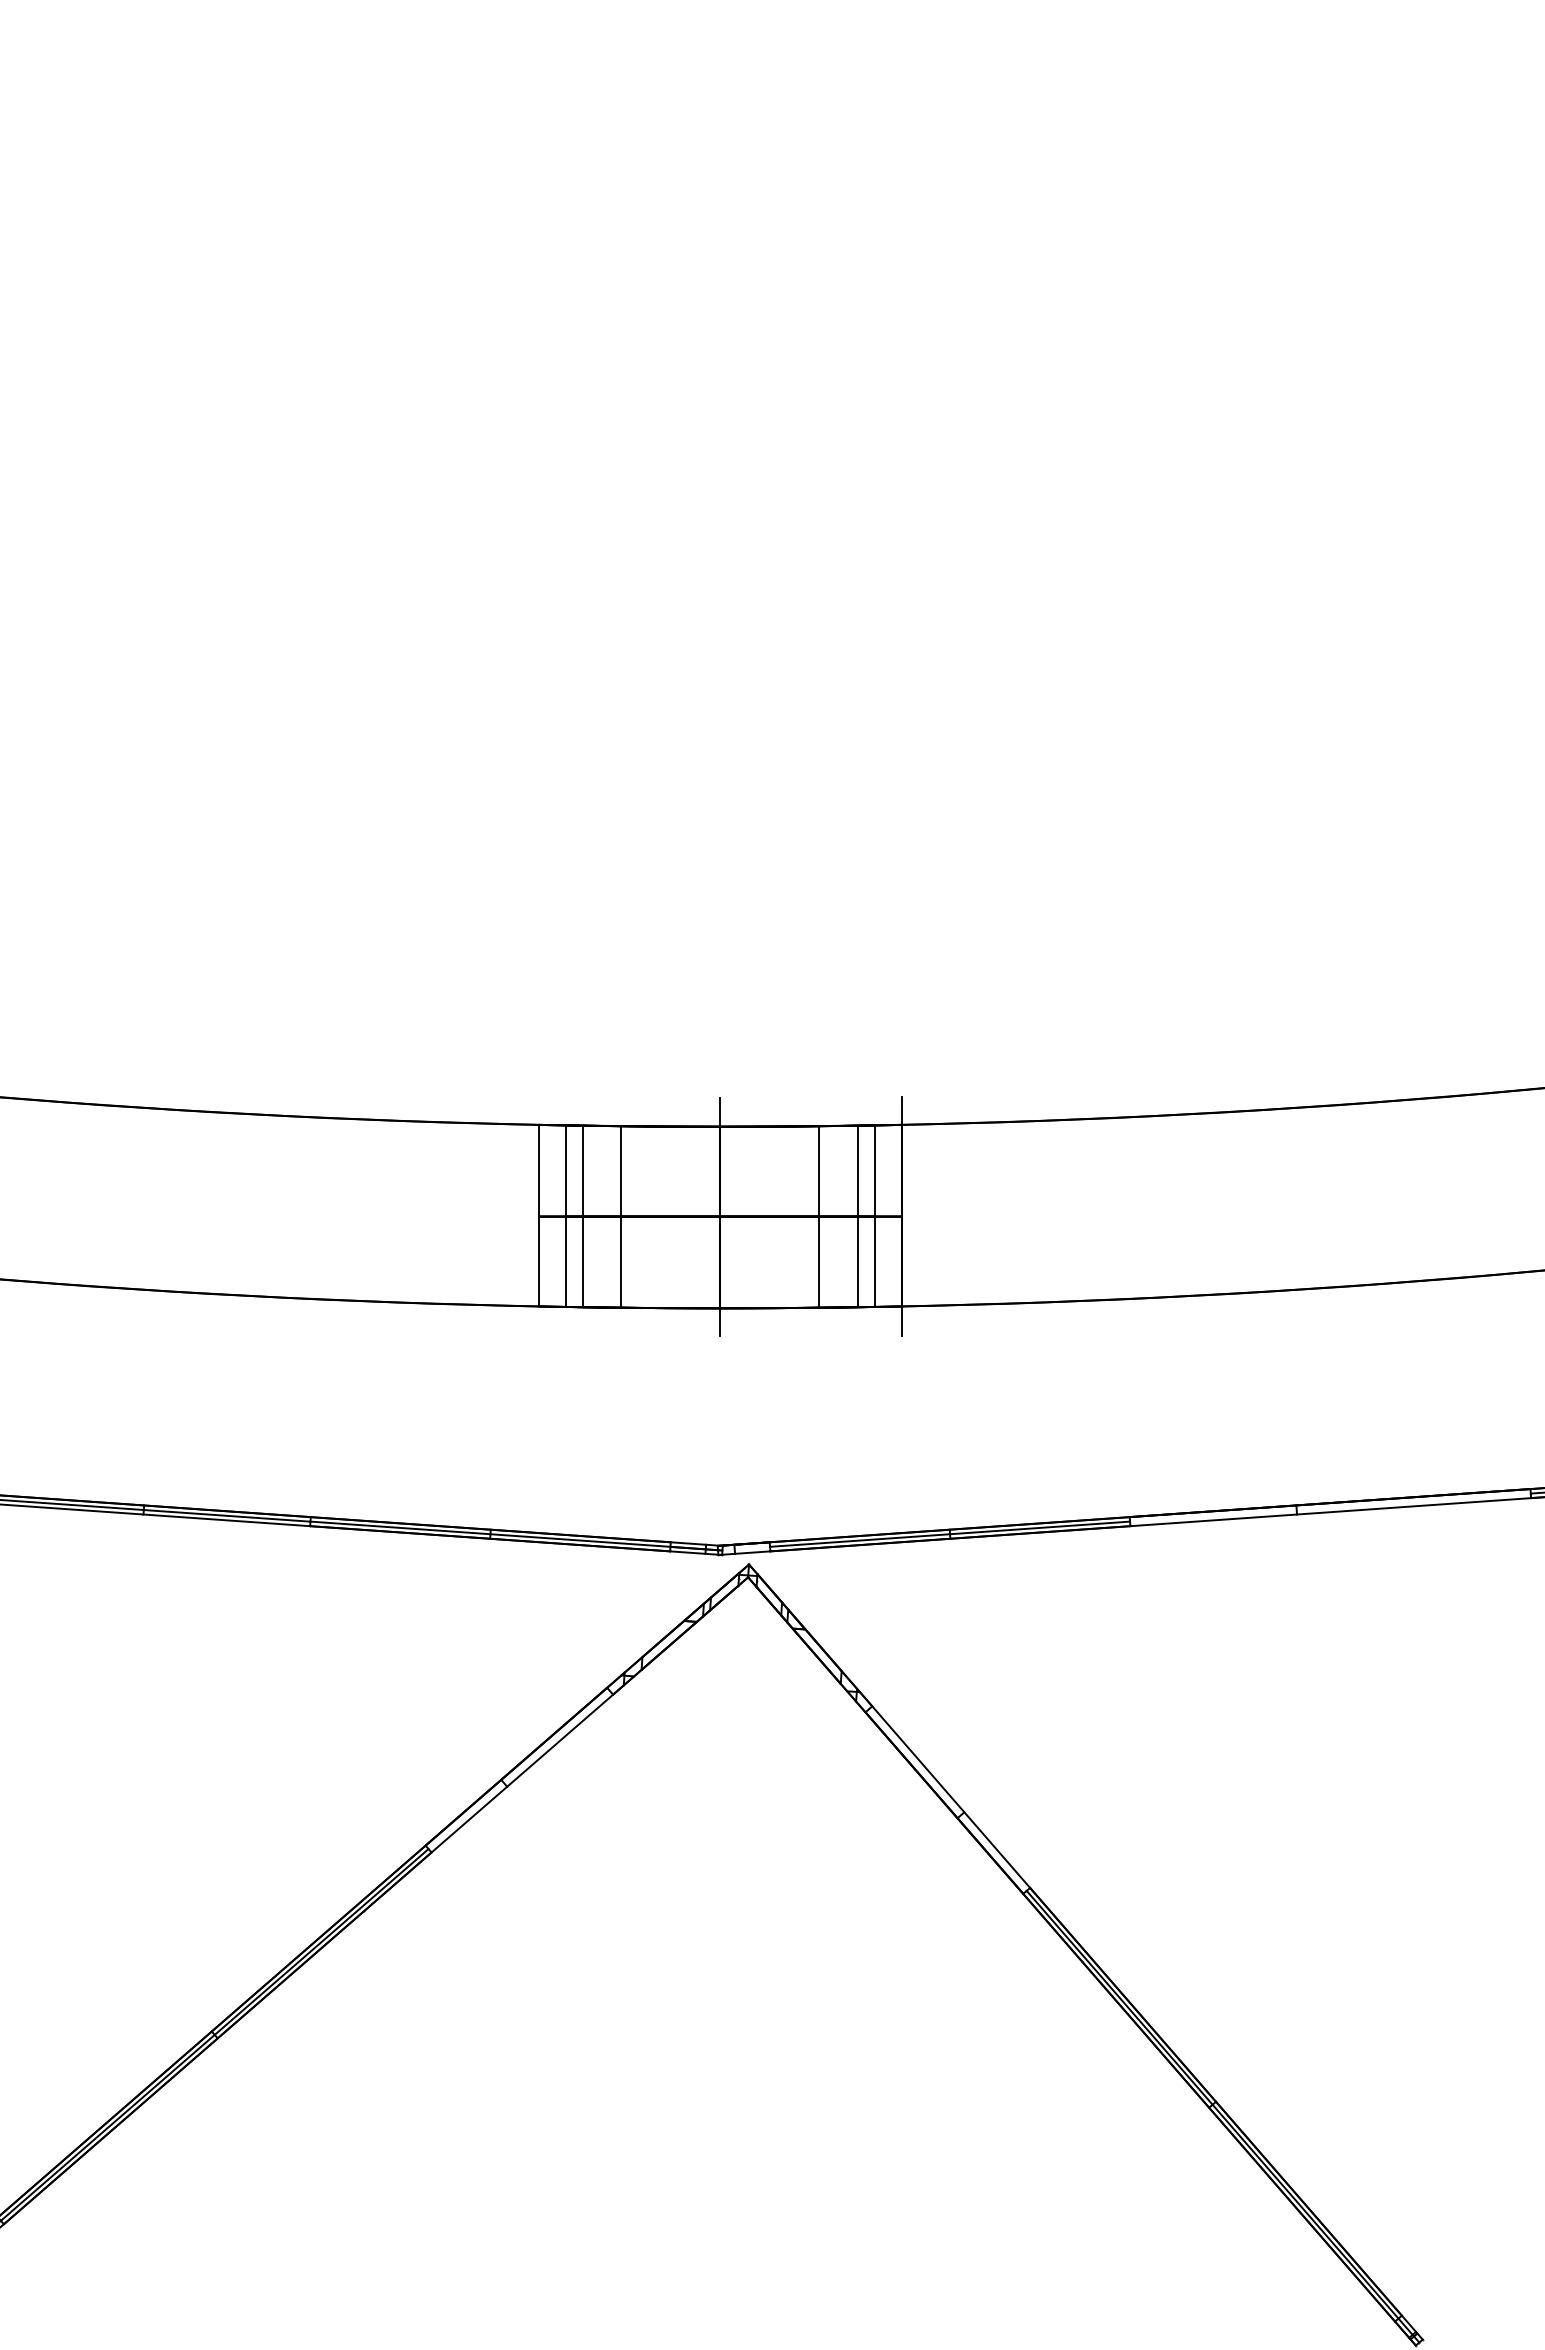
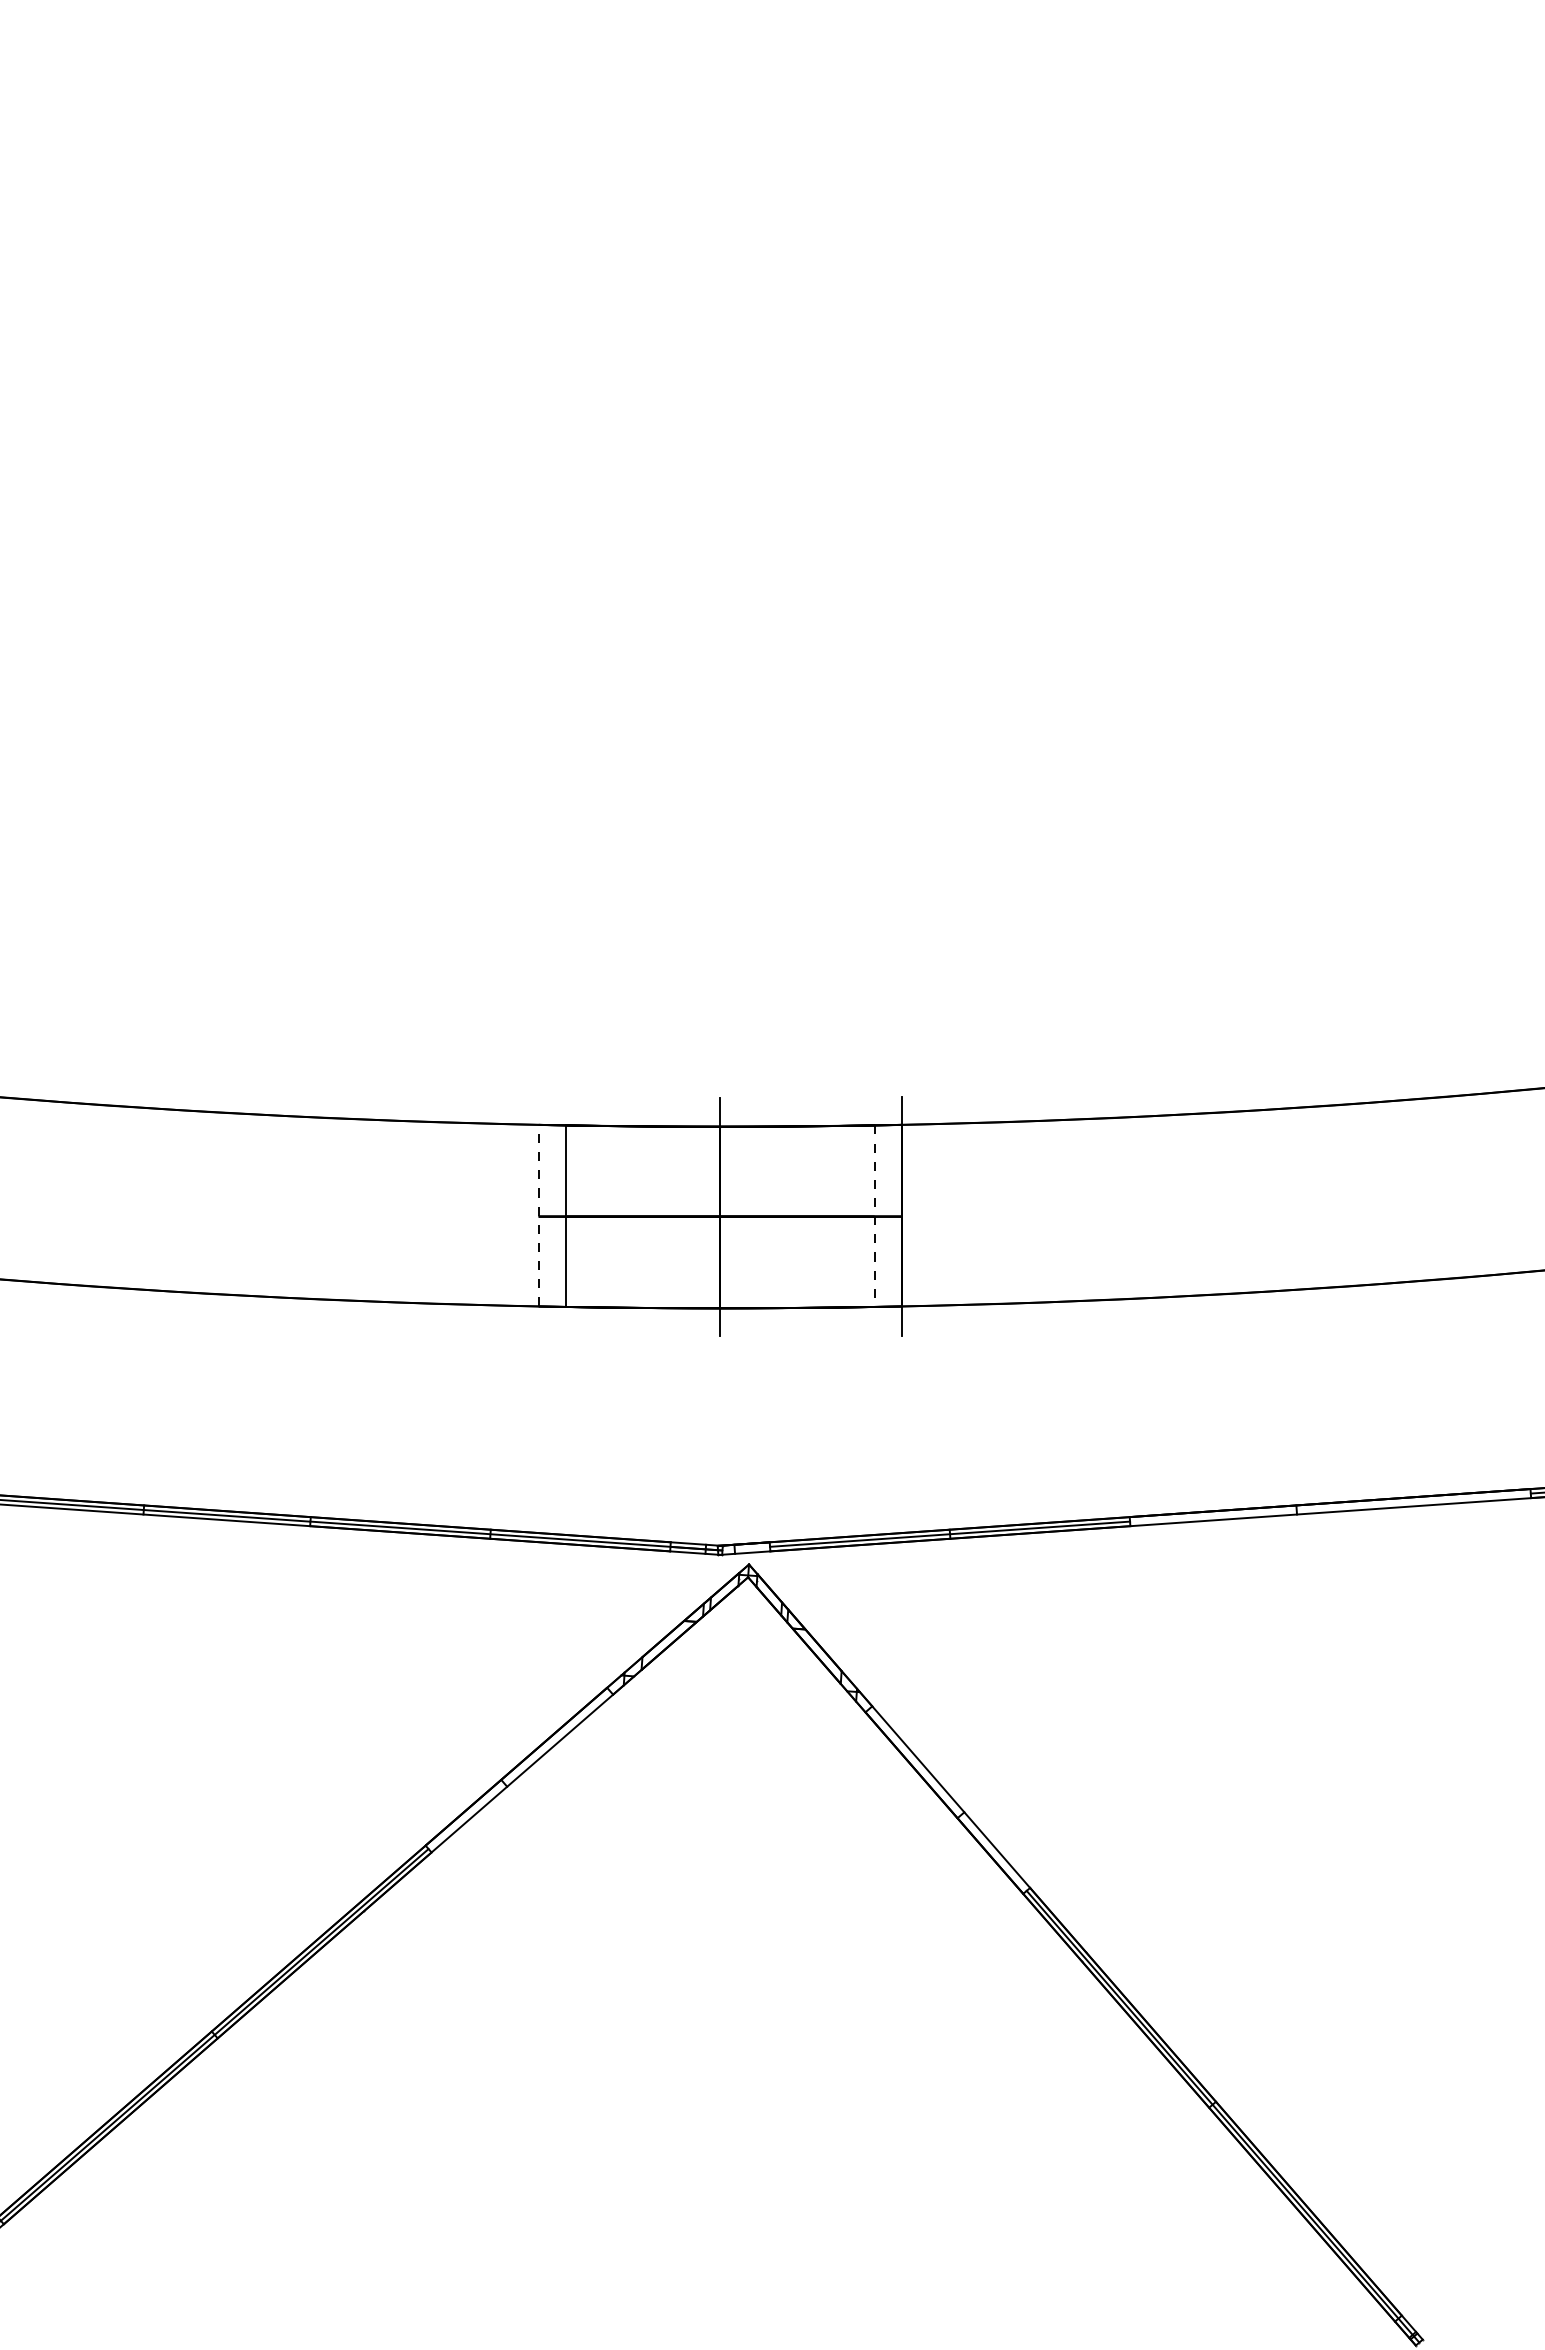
line at (538, 1215): solid -> dashed
line at (582, 1216): present -> none
line at (621, 1216): present -> none
line at (819, 1216): present -> none
line at (857, 1216): present -> none
line at (874, 1216): solid -> dashed
